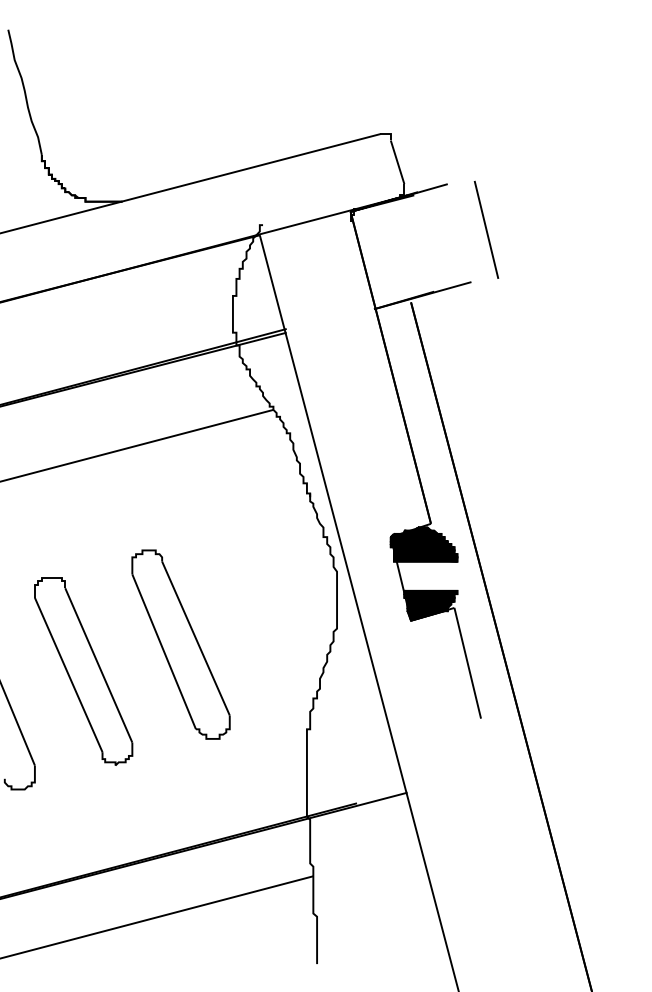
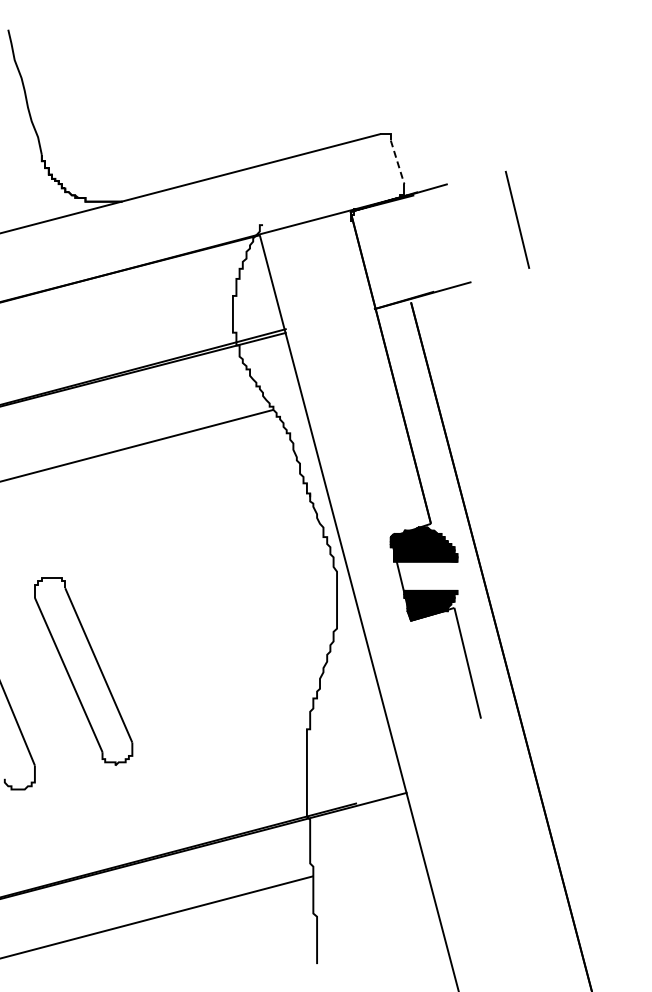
line at (397, 162): solid -> dashed
line at (486, 229) position: (486, 229) -> (517, 219)
part at (180, 644): present -> none
